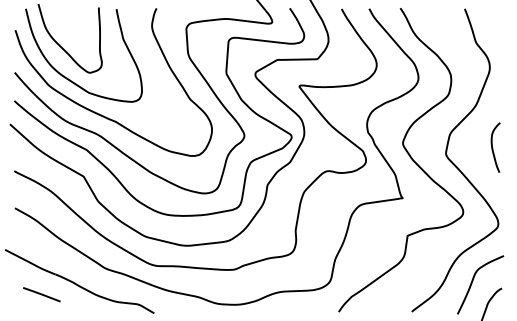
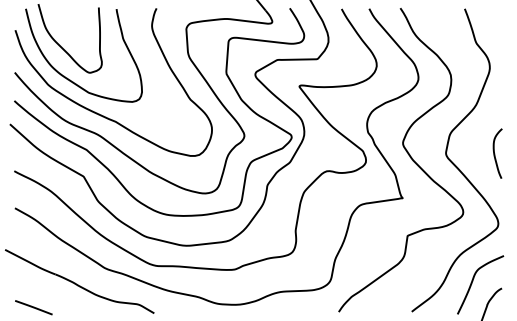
curve at (493, 147) position: (493, 147) -> (495, 153)
line at (41, 294) position: (41, 294) -> (33, 307)
